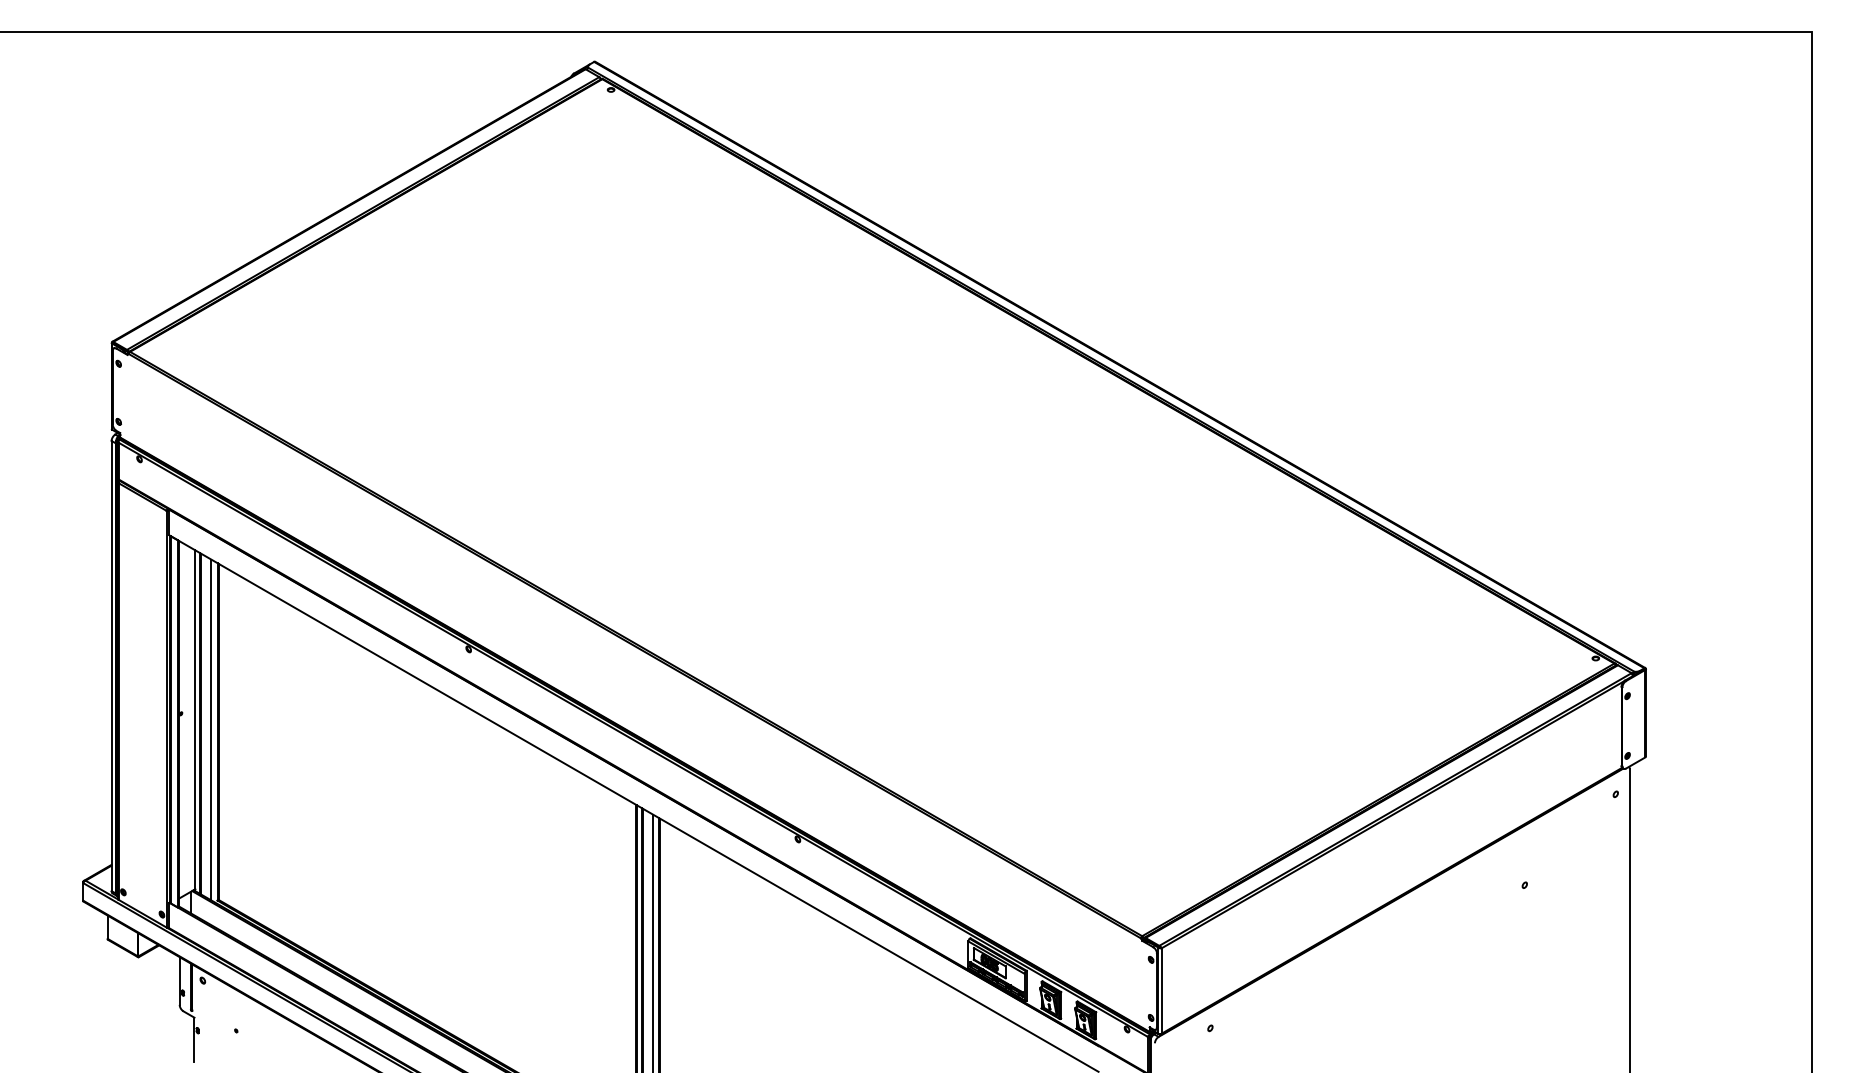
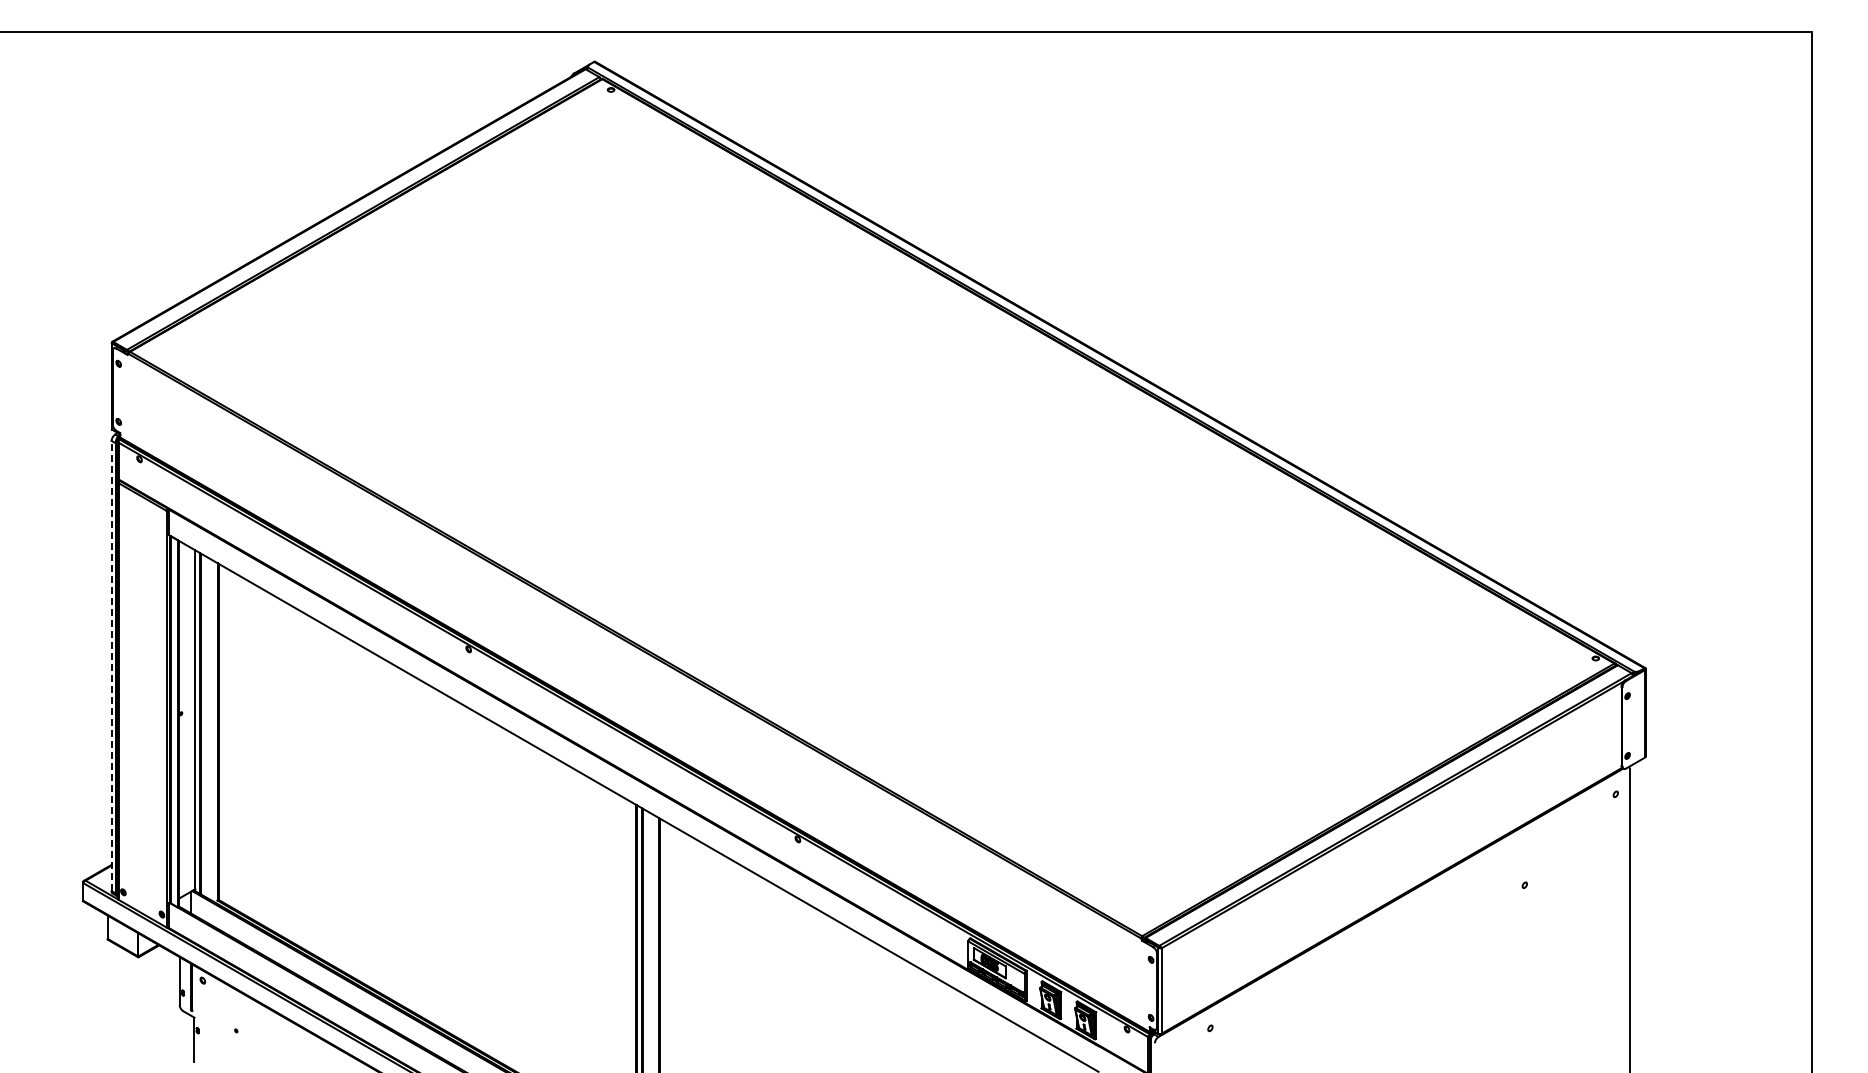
line at (111, 665): solid -> dashed
line at (211, 729): present -> none
line at (652, 941): present -> none
